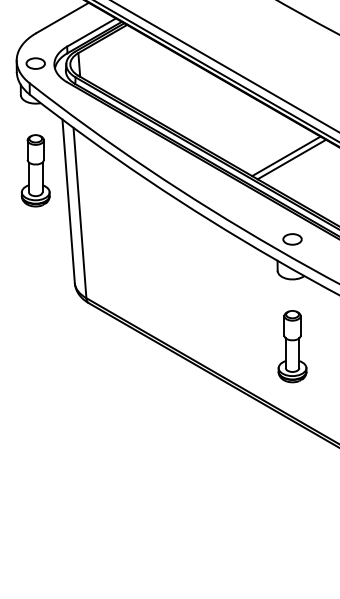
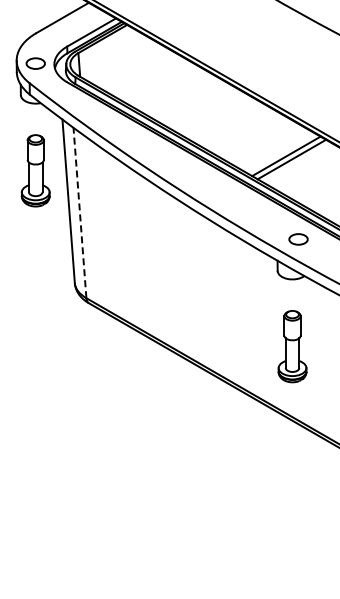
line at (224, 66): present -> none
line at (79, 212): solid -> dashed
part at (292, 239) position: (292, 239) -> (298, 239)
